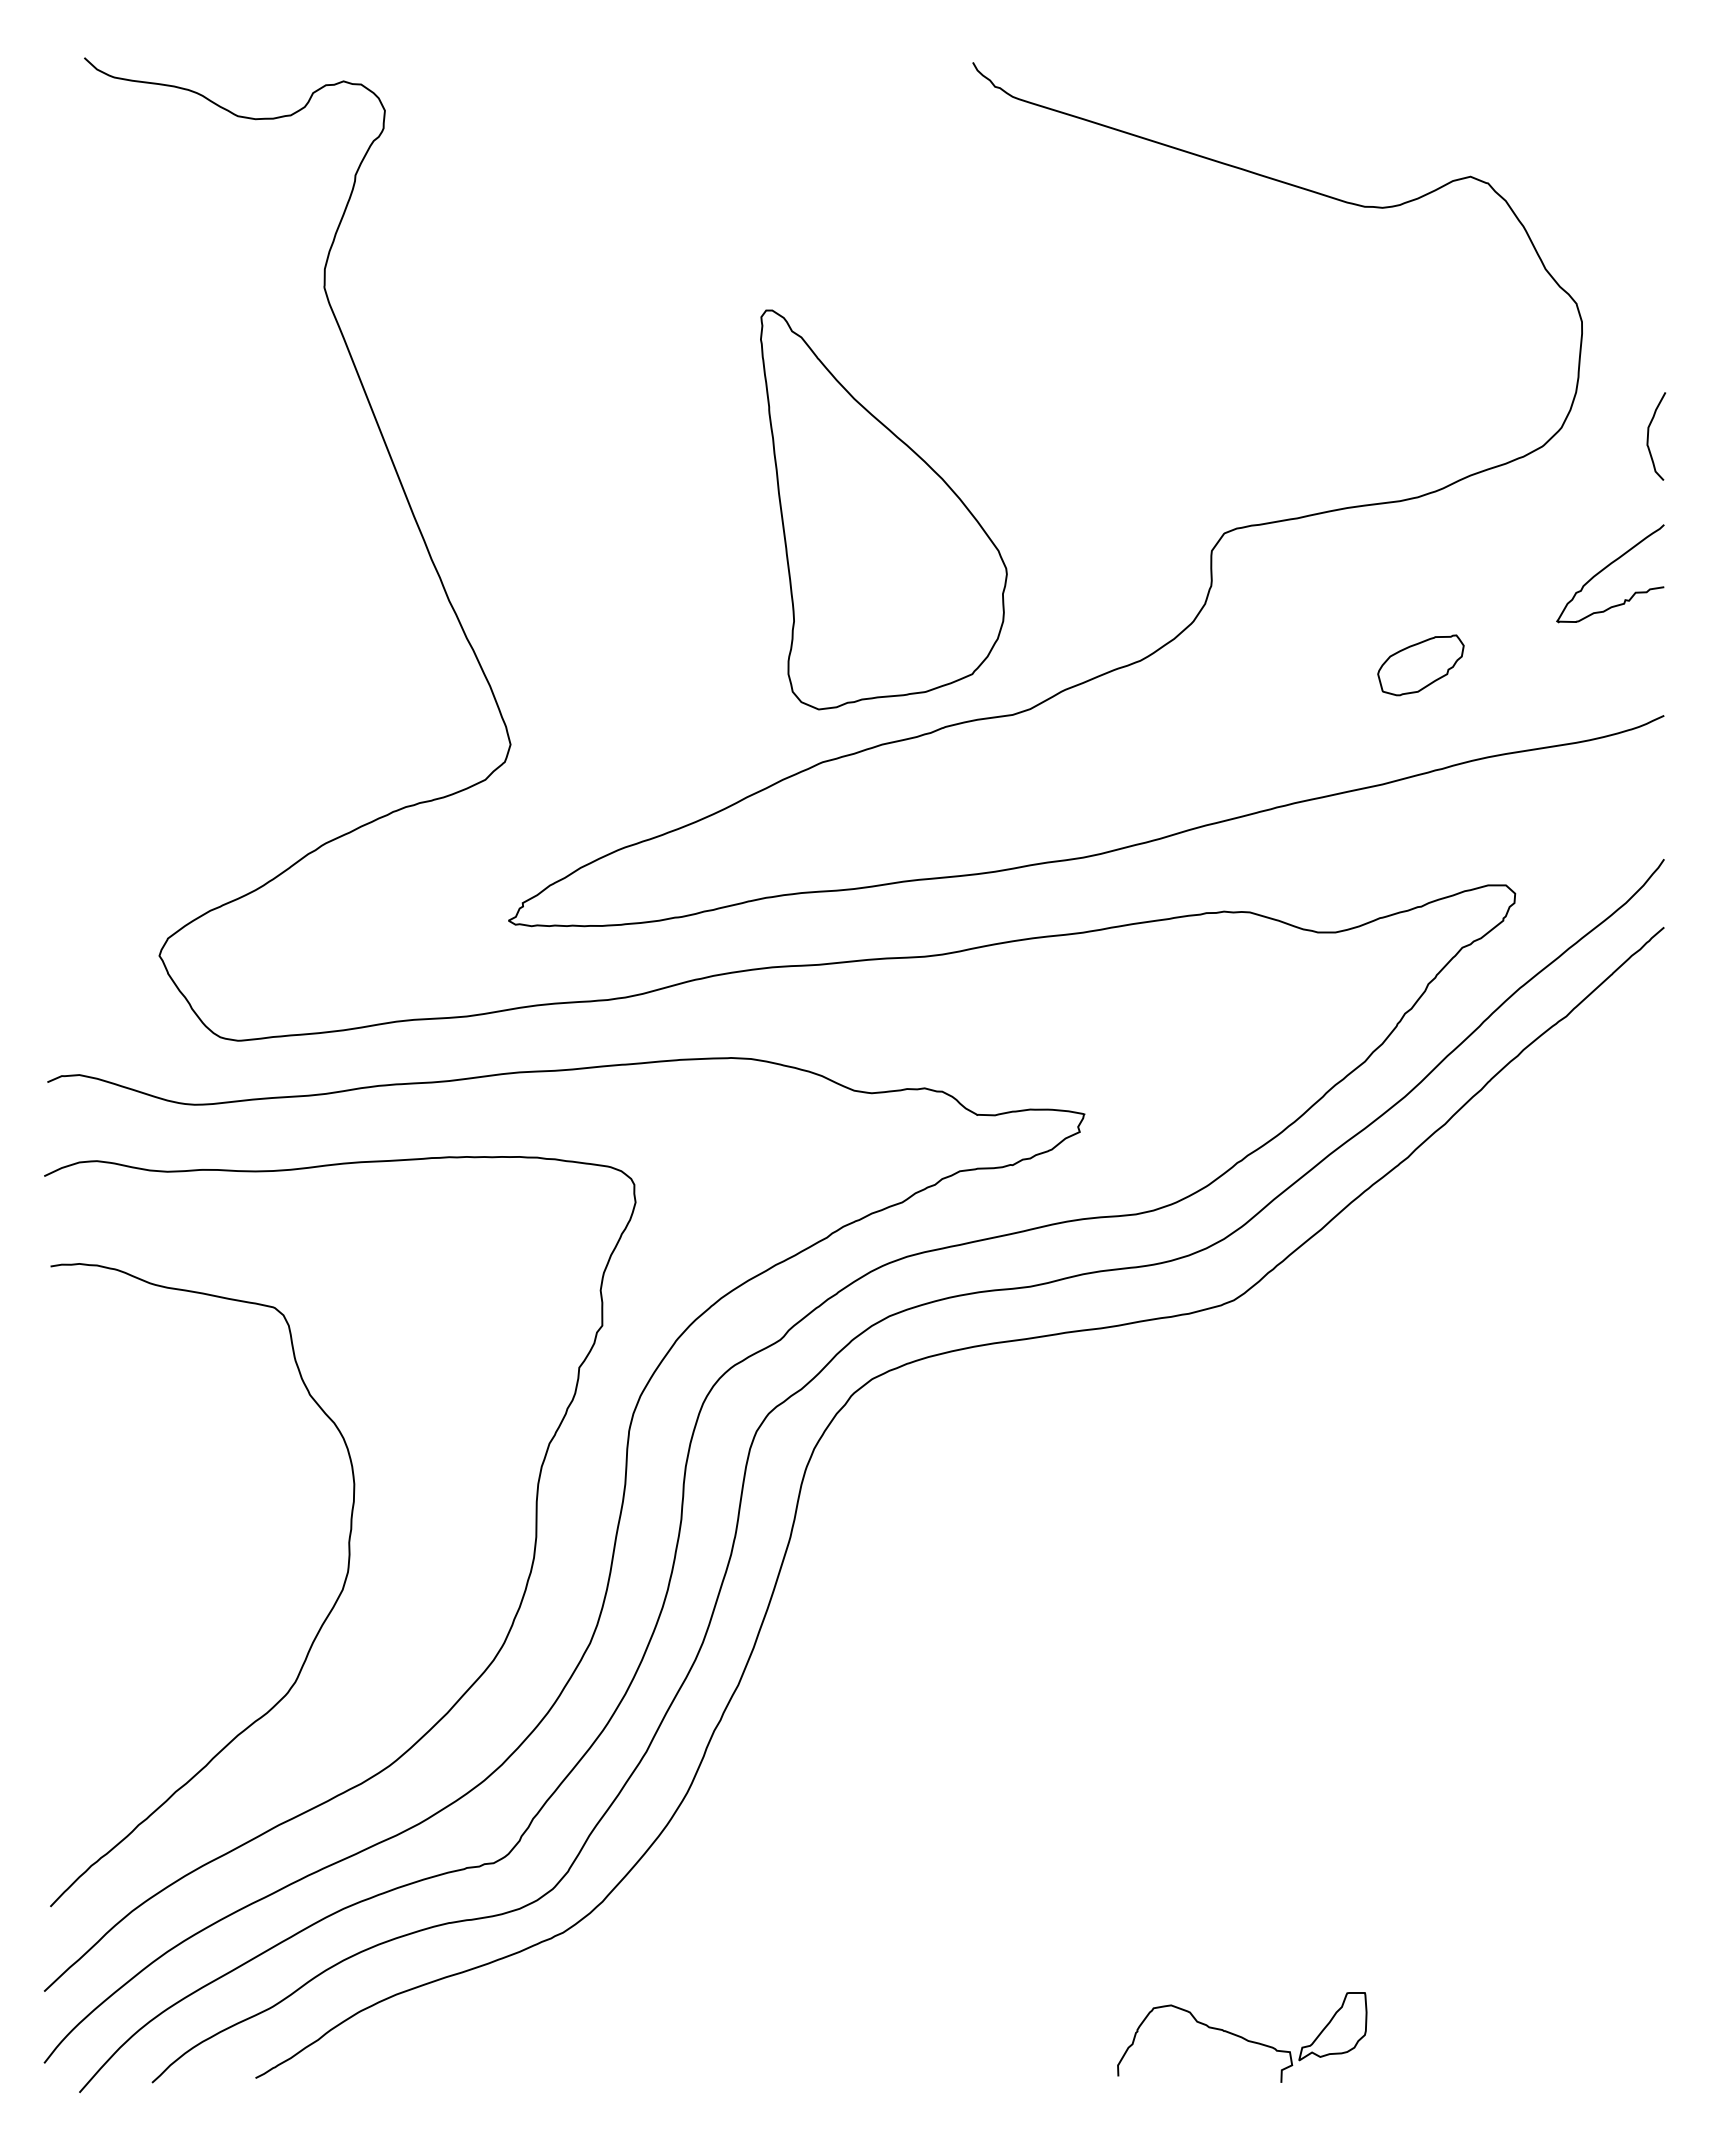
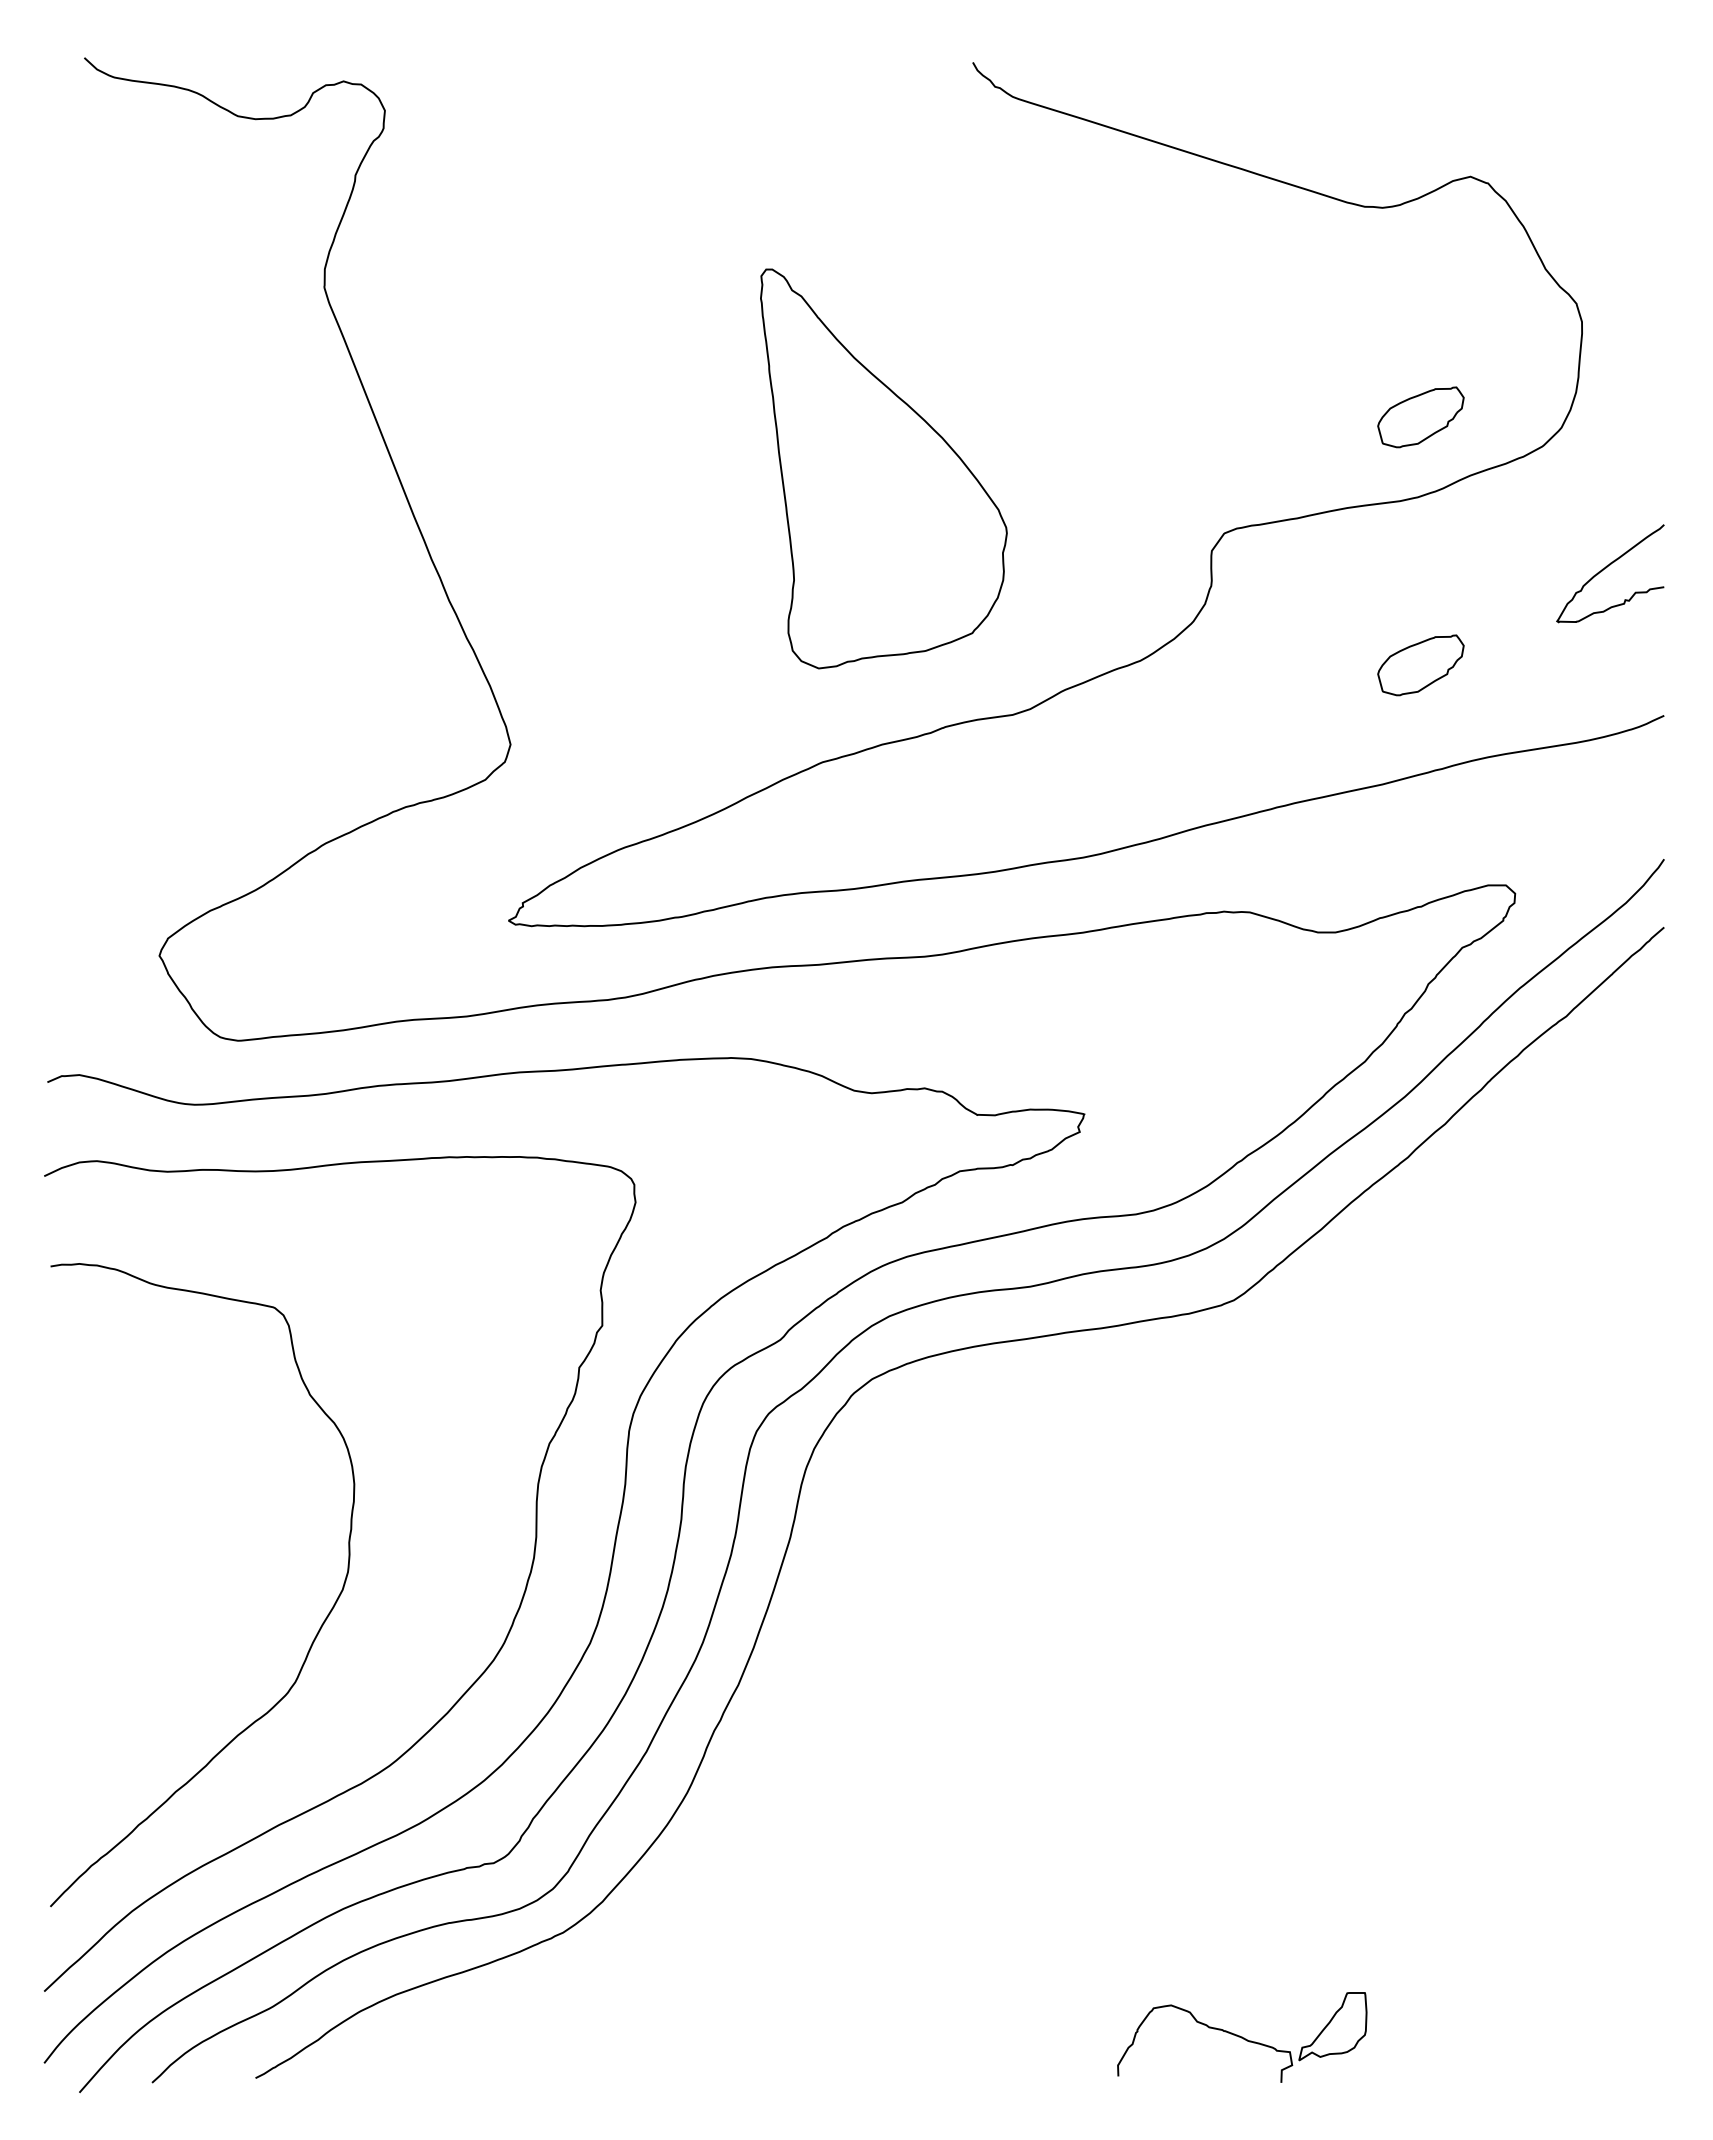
part at (1420, 417): none -> present
curve at (1648, 436): present -> none
part at (883, 509) position: (883, 509) -> (883, 468)
